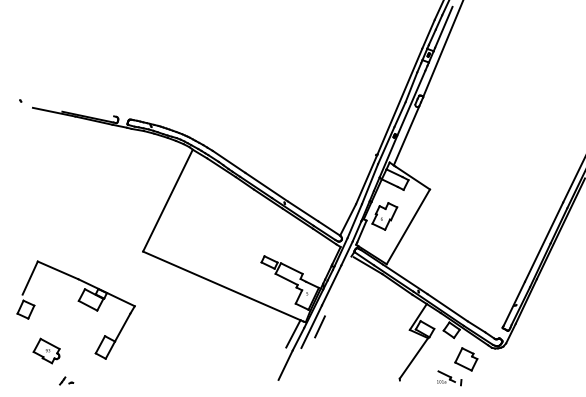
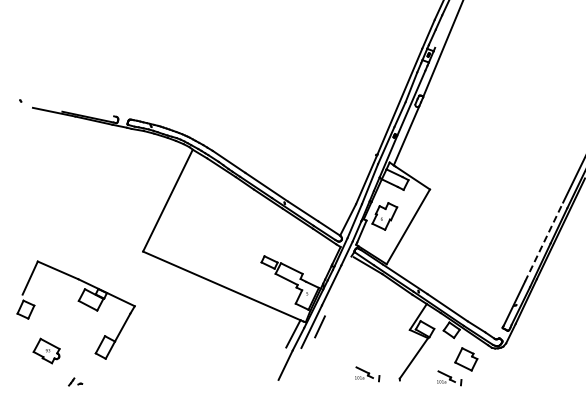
line at (443, 26): present -> none
line at (544, 242): solid -> dashed
part at (367, 374): none -> present
part at (66, 380) position: (66, 380) -> (75, 381)
